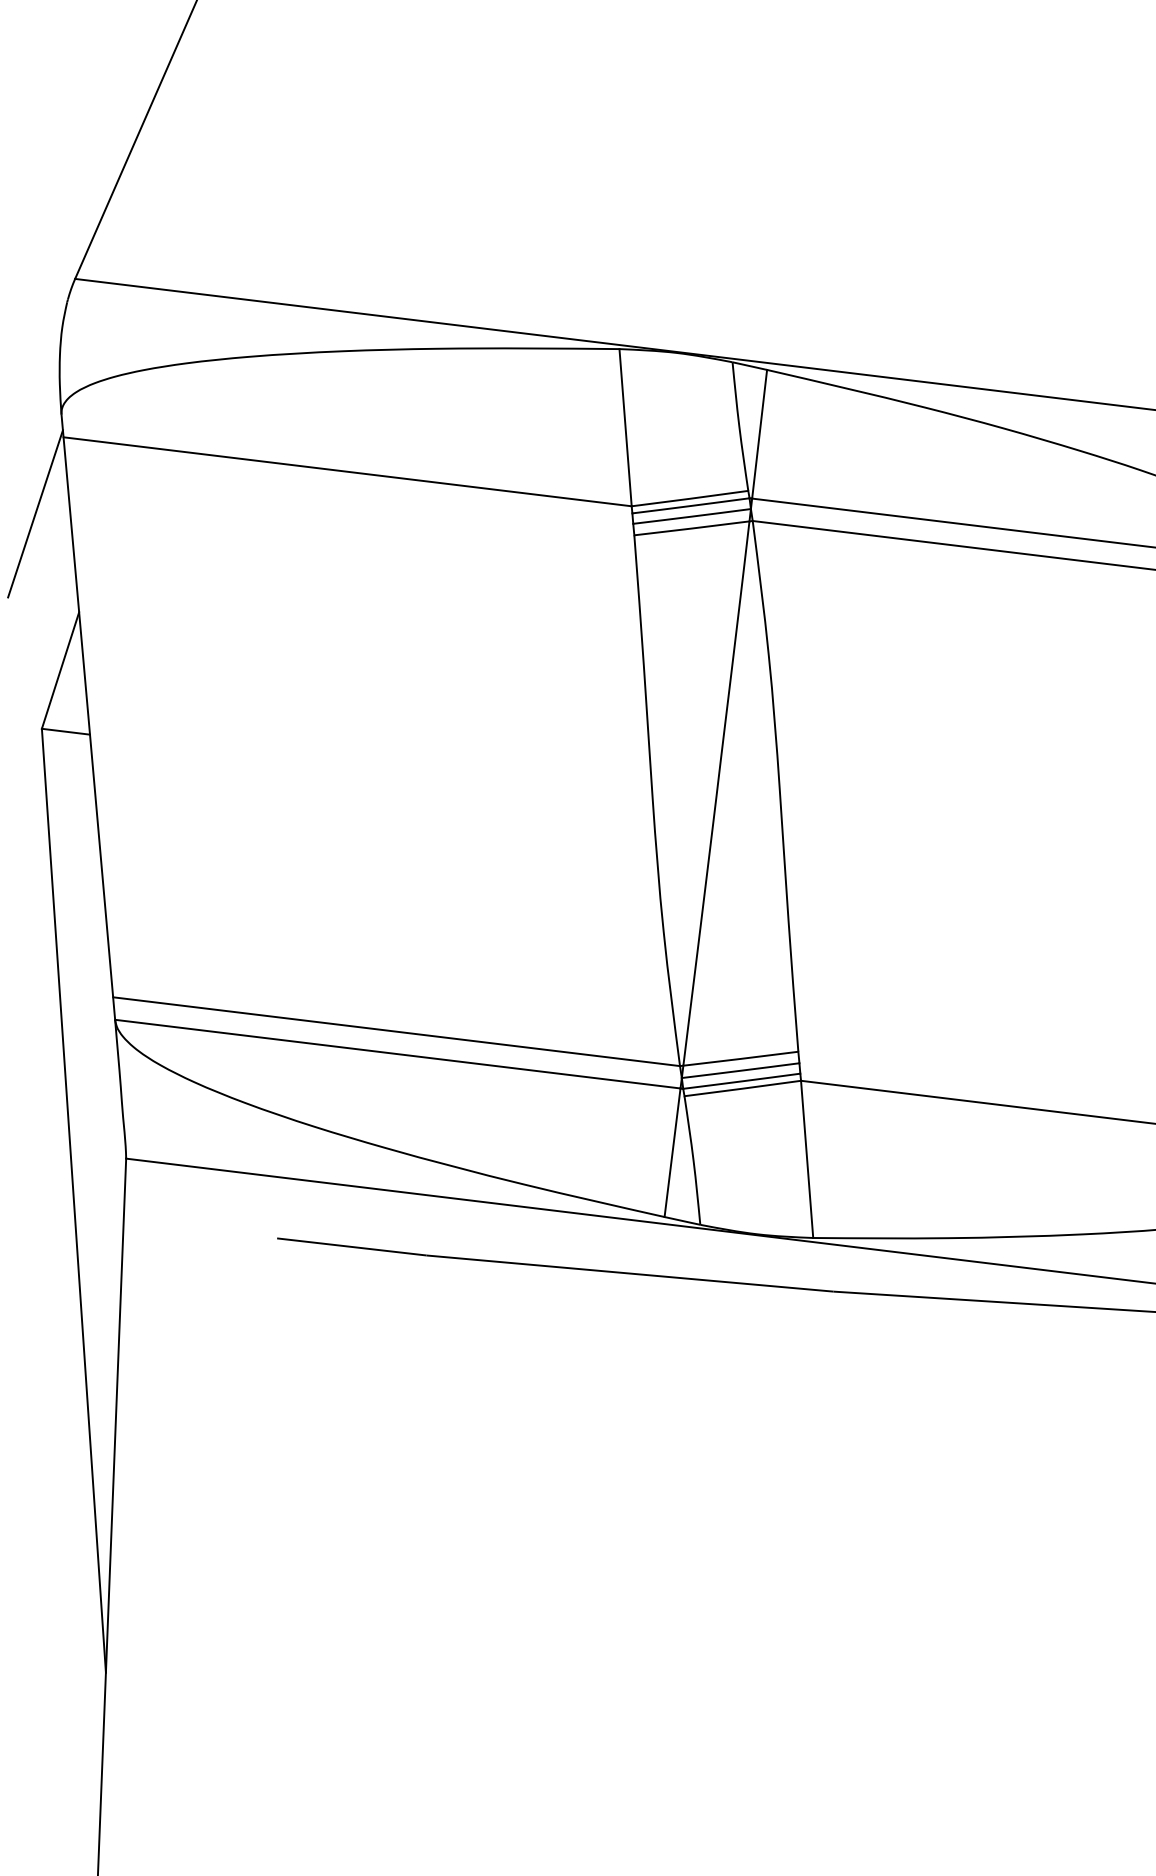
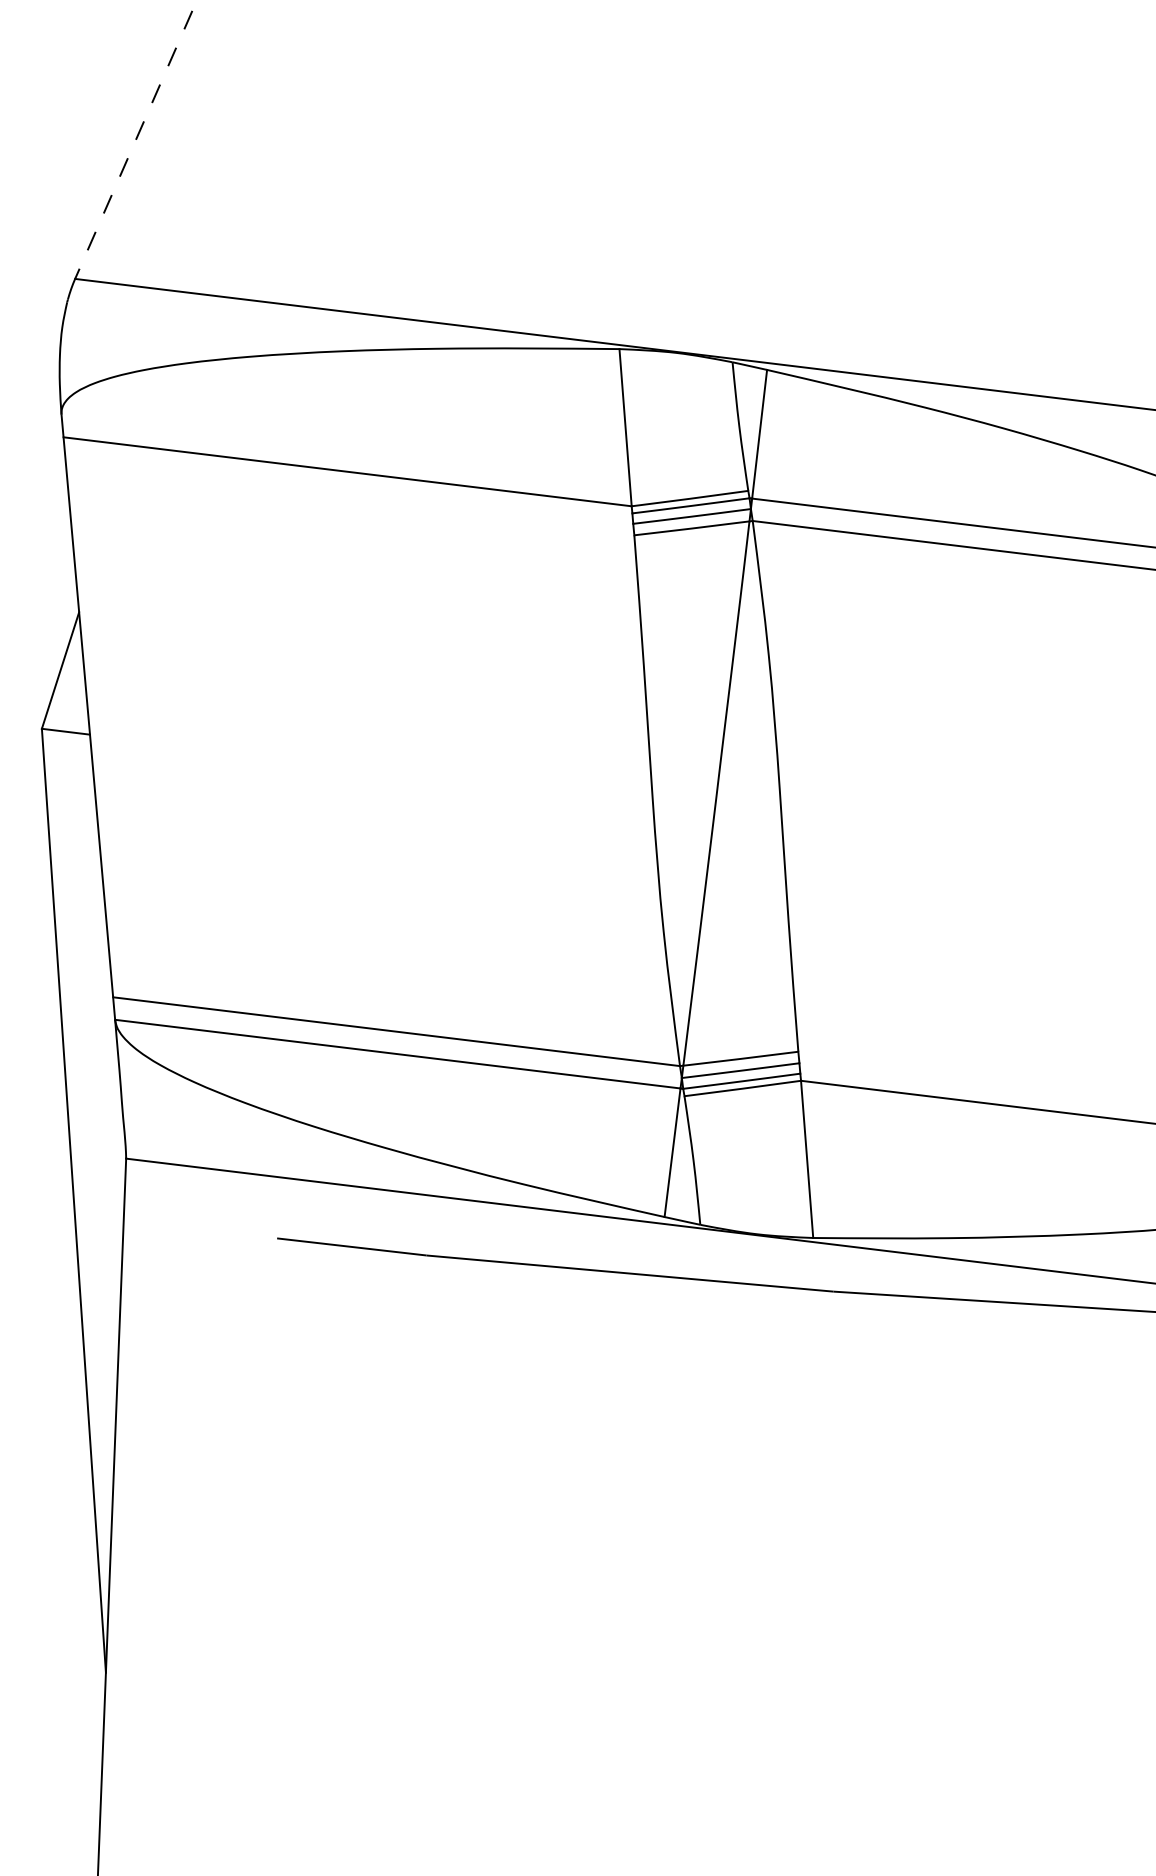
line at (136, 139): solid -> dashed
line at (35, 513): present -> none
